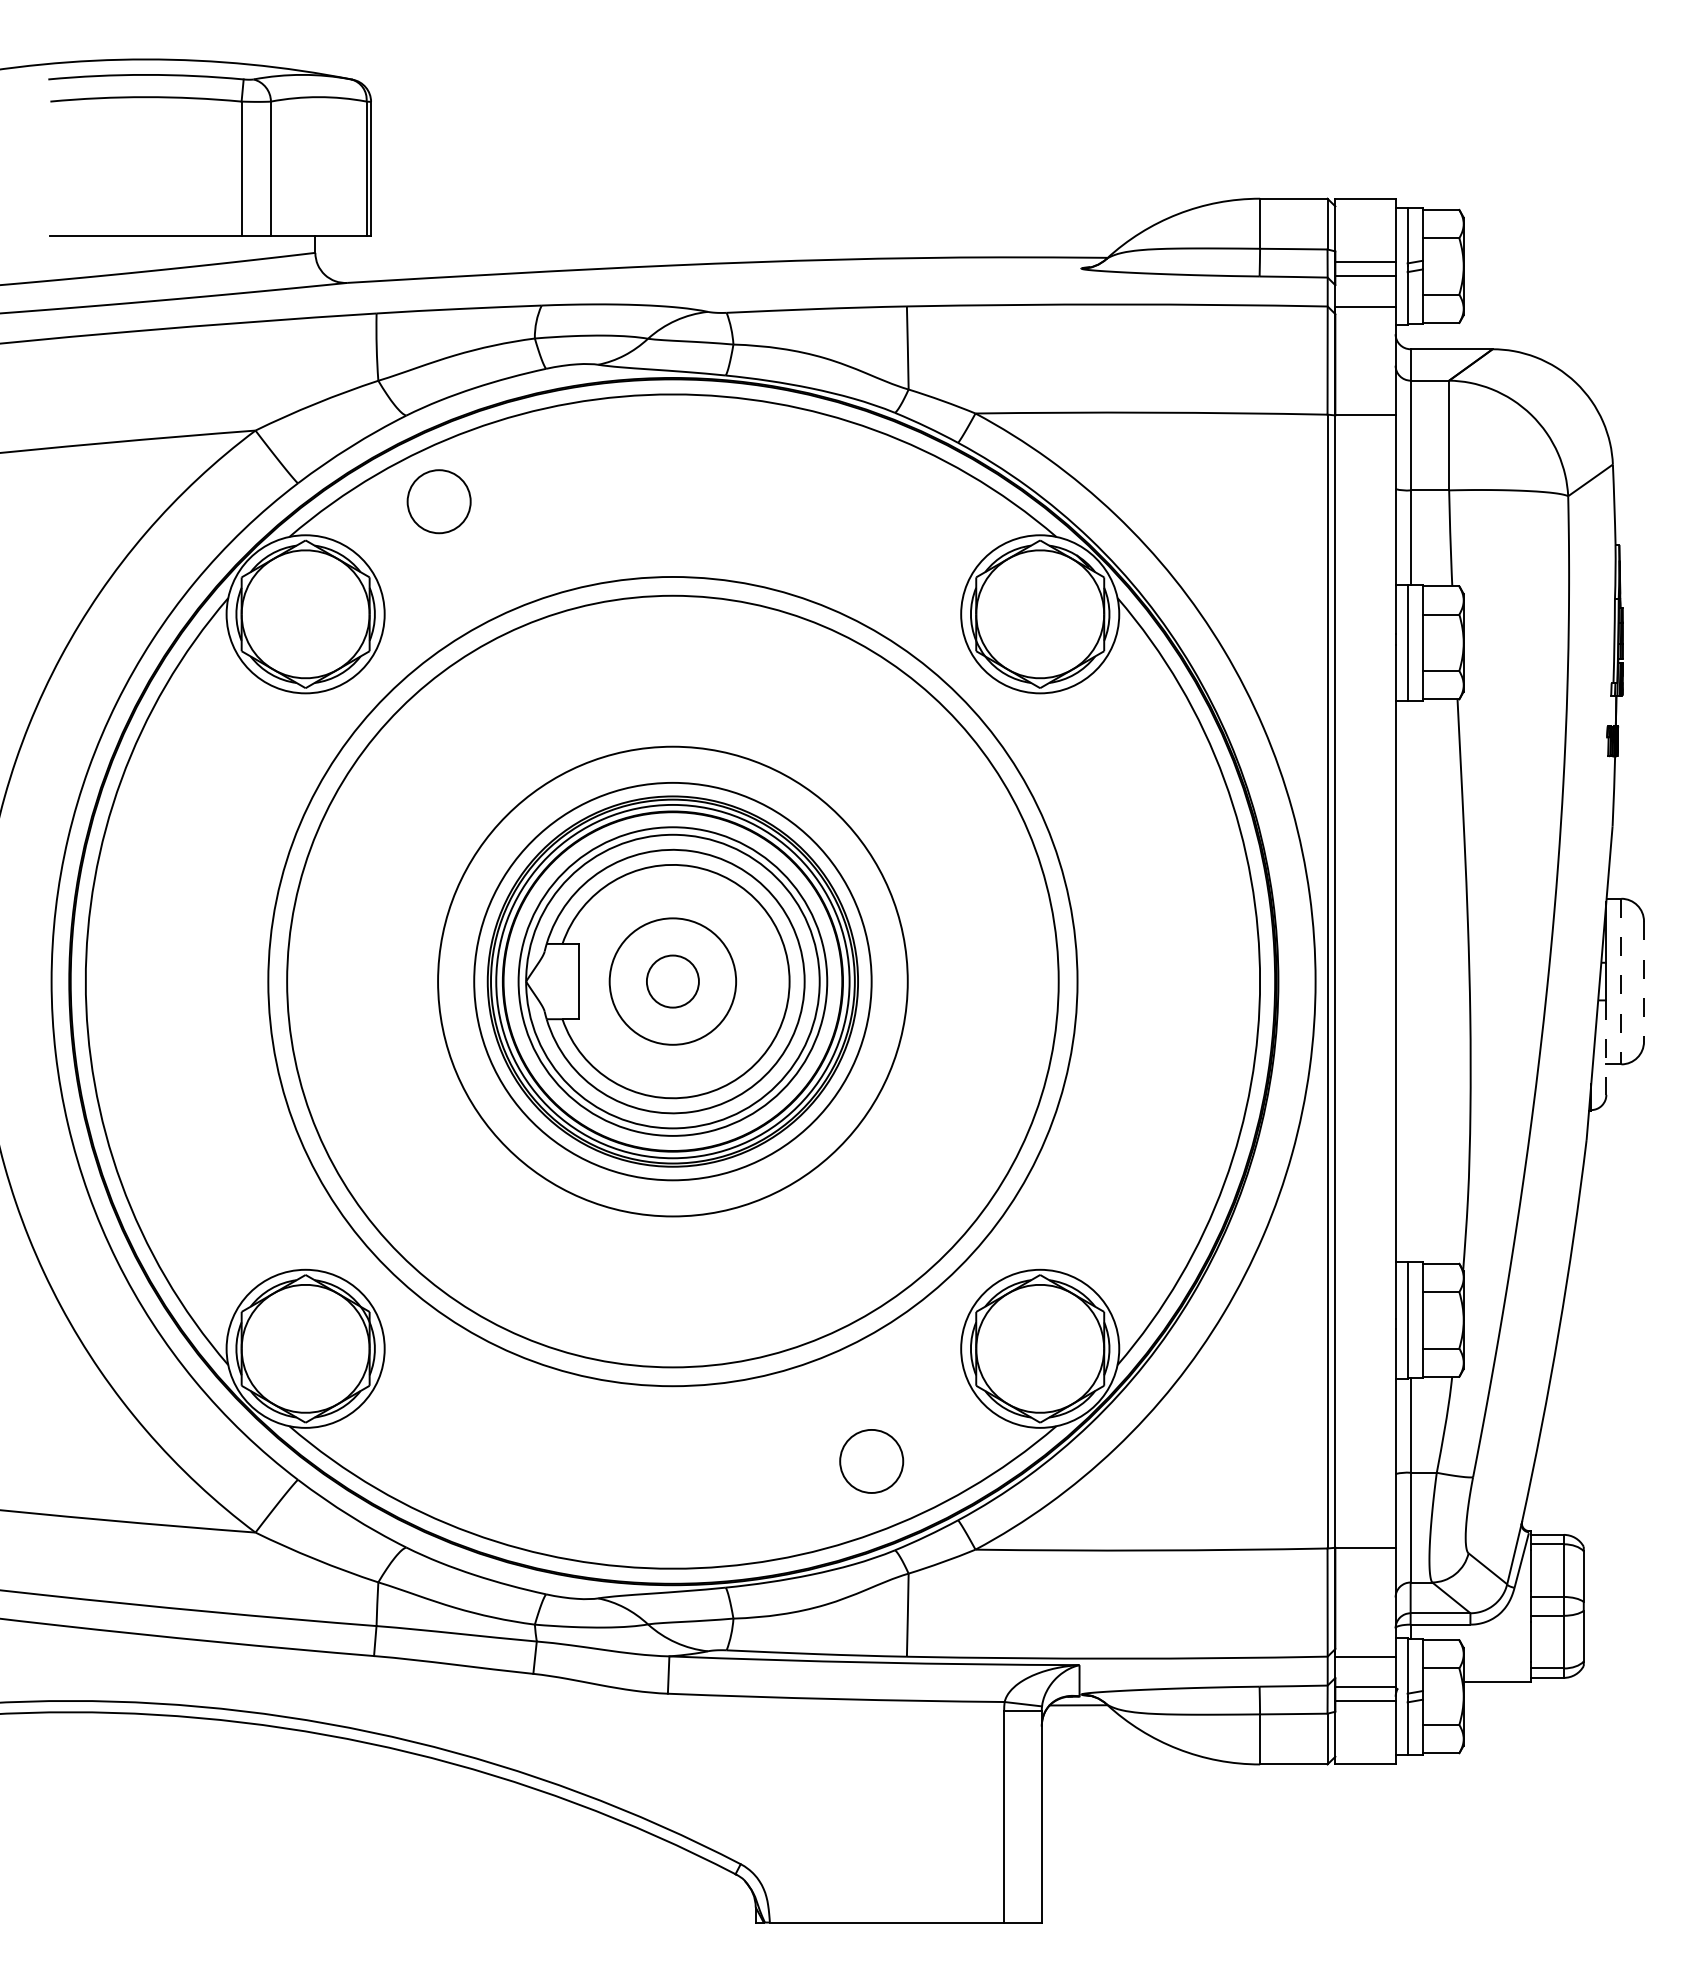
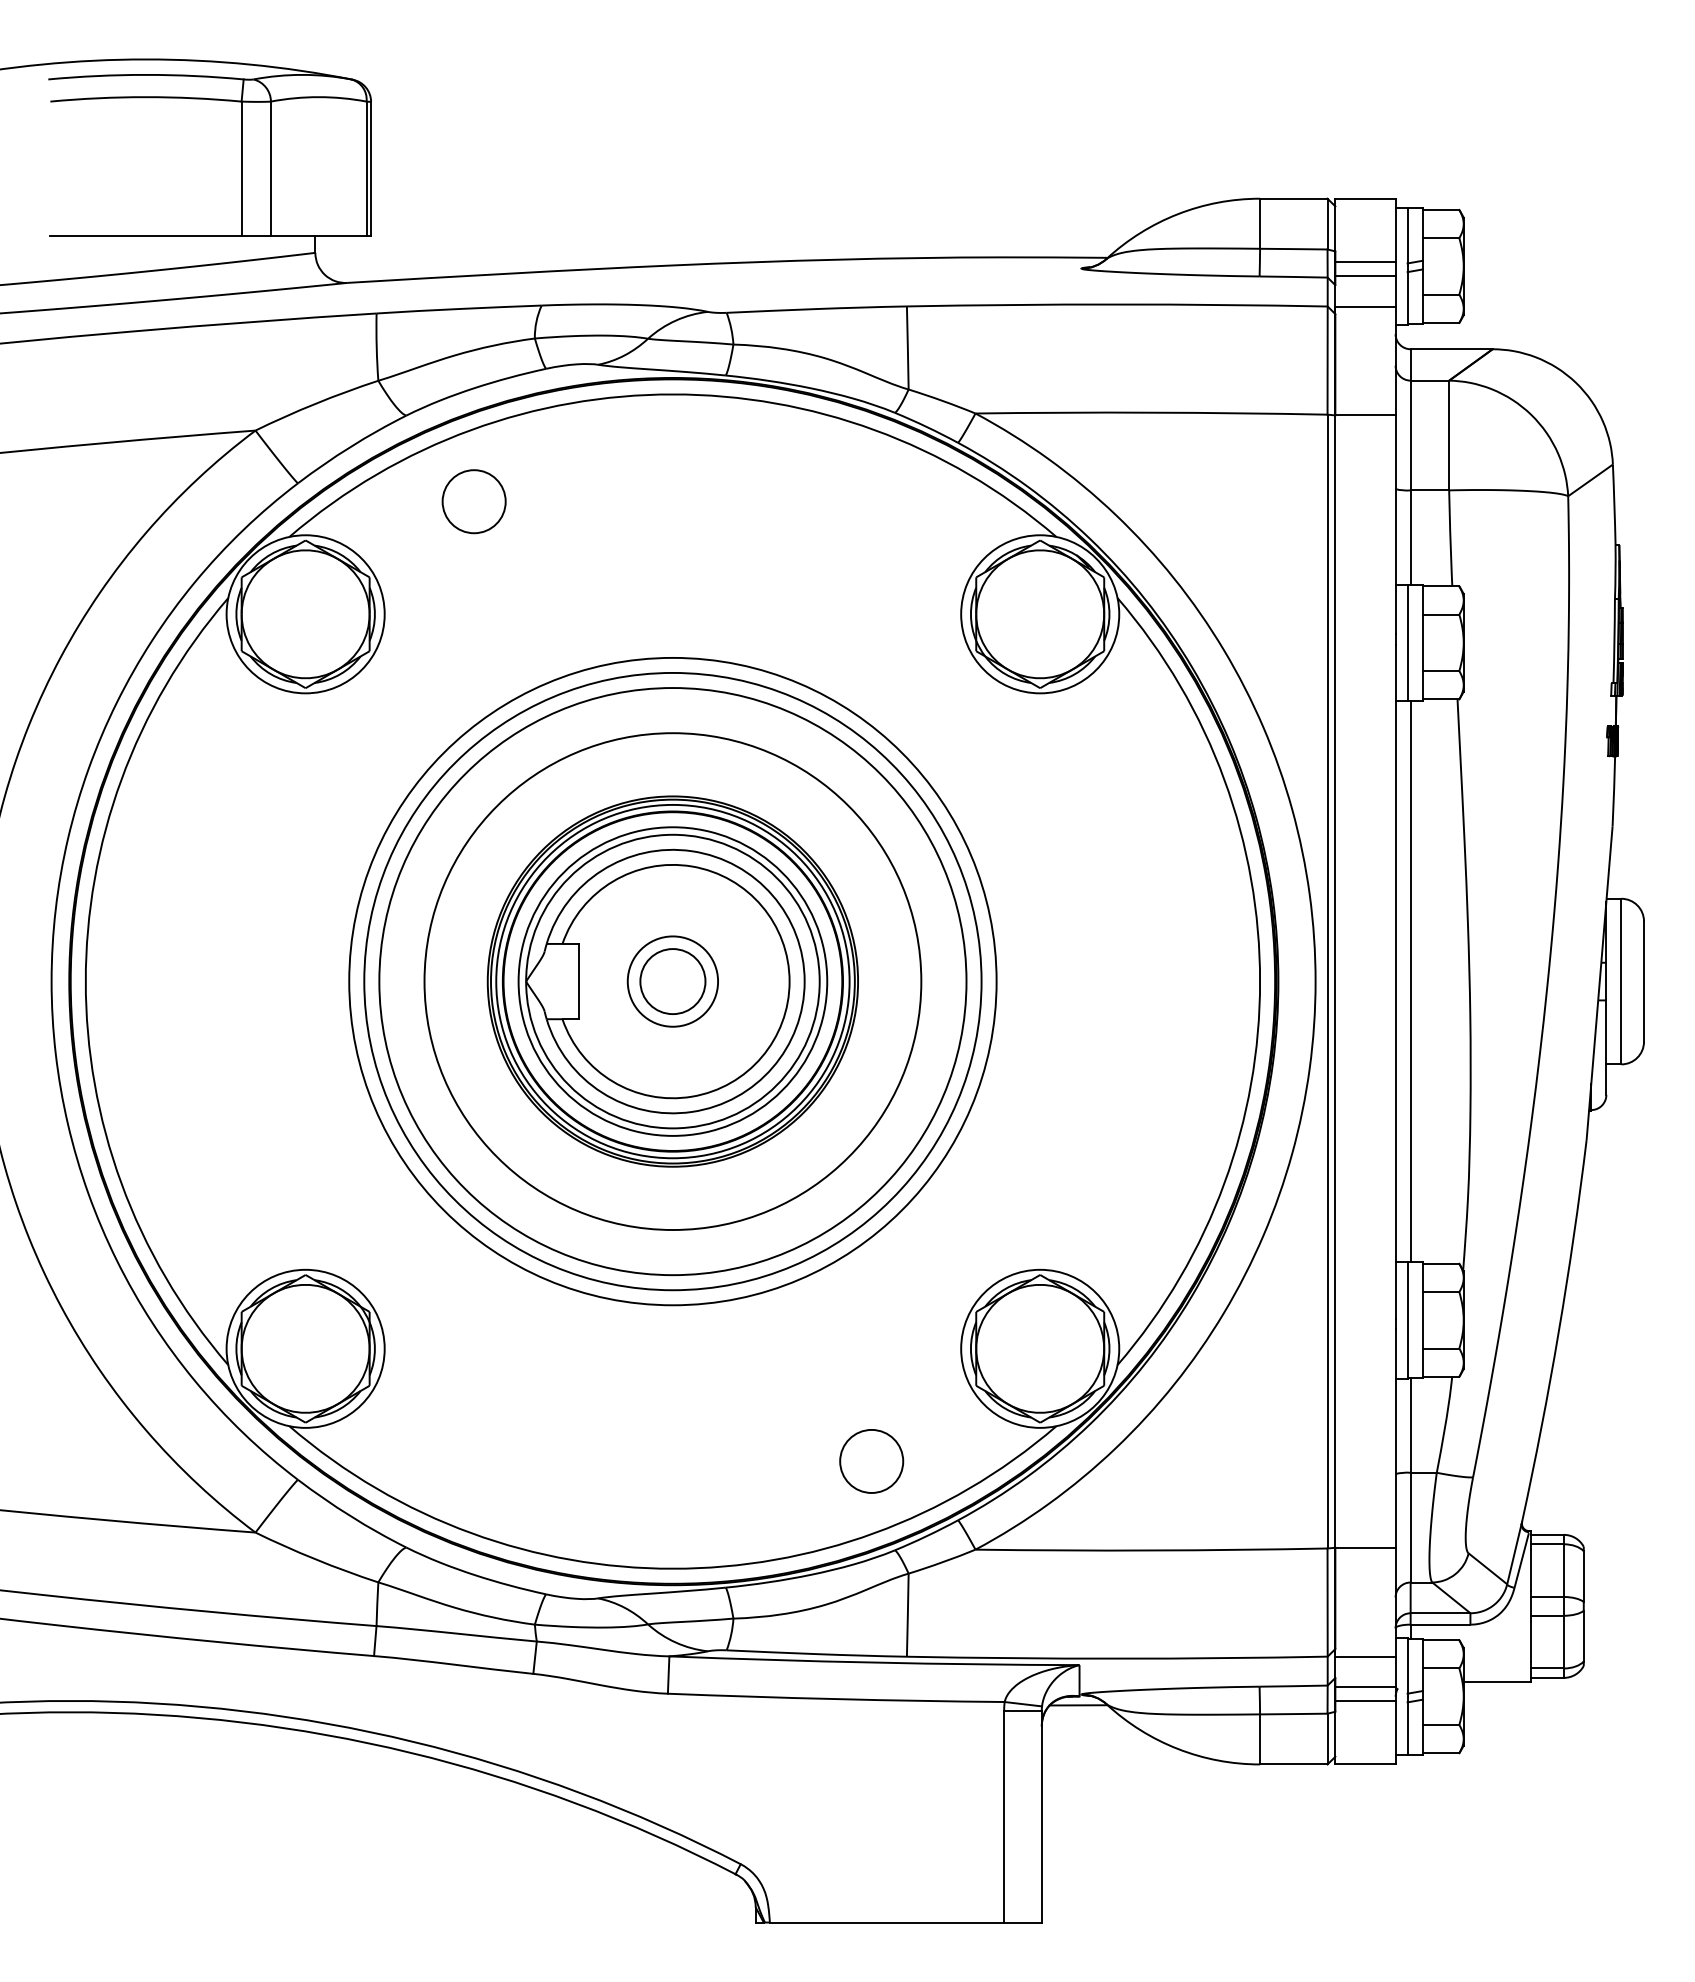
circle at (438, 501) position: (438, 501) -> (473, 501)
circle at (672, 981) diameter: 126 px -> 90 px
circle at (672, 981) diameter: 397 px -> 497 px
circle at (672, 981) diameter: 470 px -> 587 px
circle at (672, 981) diameter: 52 px -> 65 px
circle at (672, 981) diameter: 772 px -> 617 px
circle at (672, 981) diameter: 809 px -> 647 px
line at (1410, 981): none -> present
line at (1621, 981): dashed -> solid
line at (1644, 982): dashed -> solid
line at (1606, 1048): dashed -> solid
